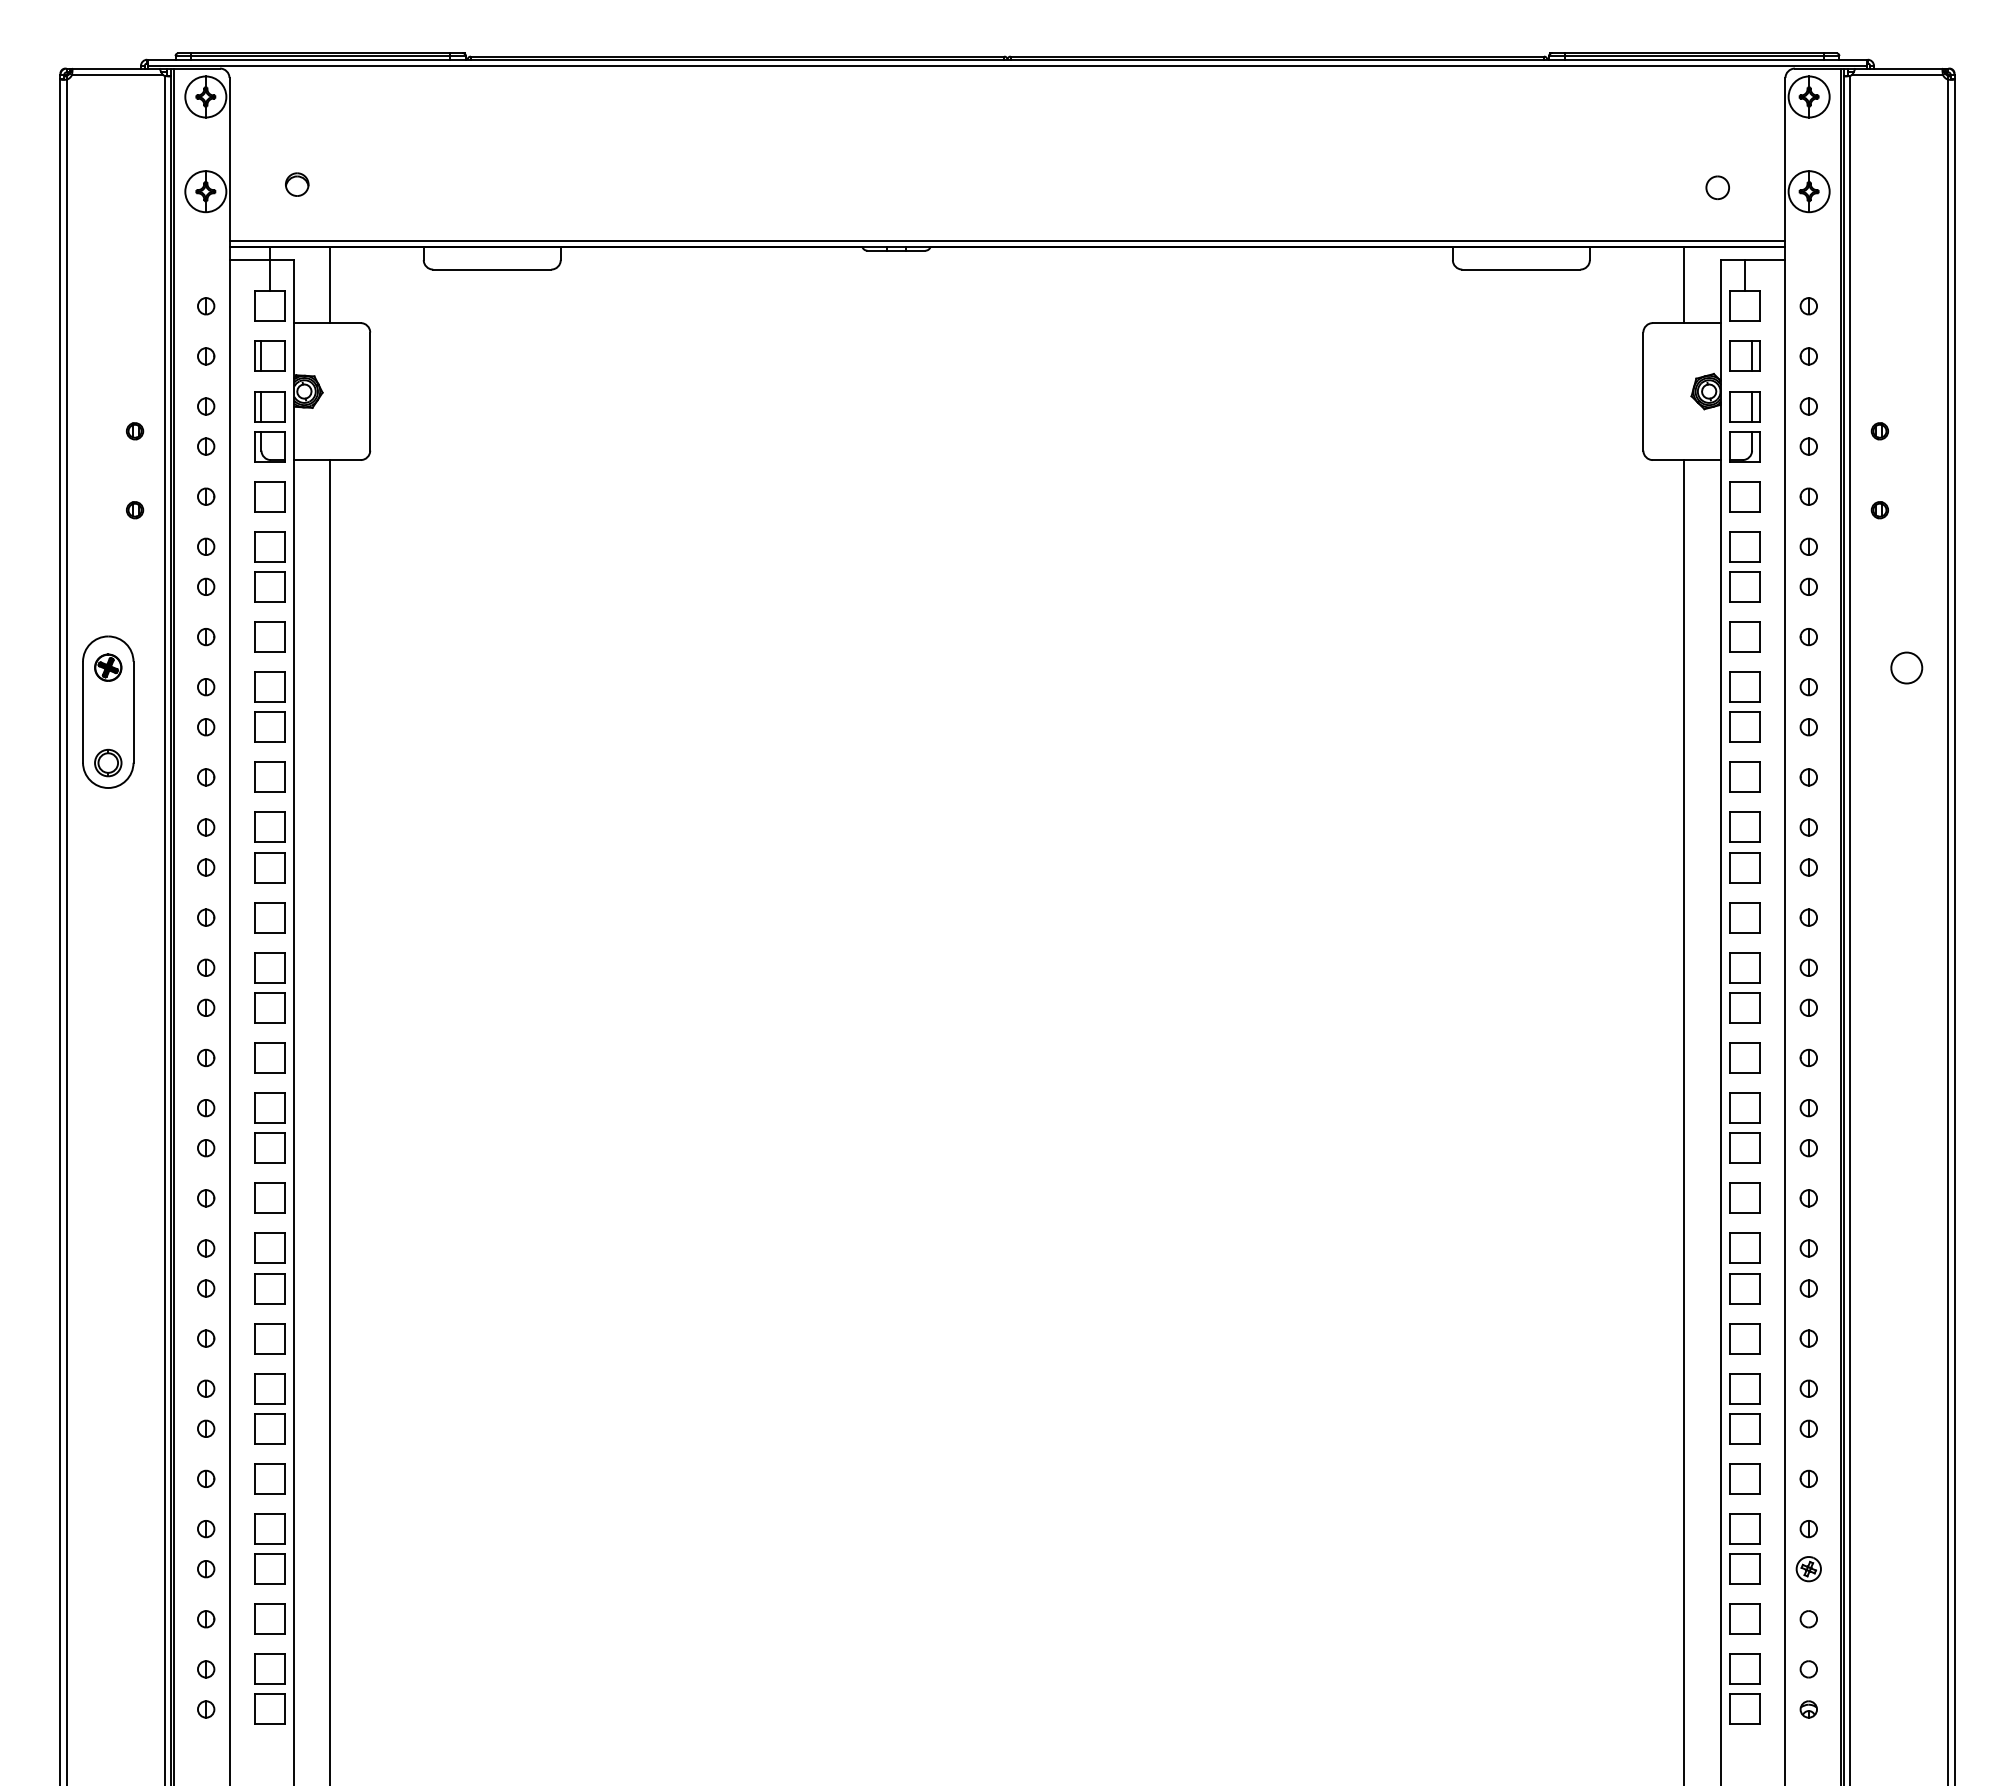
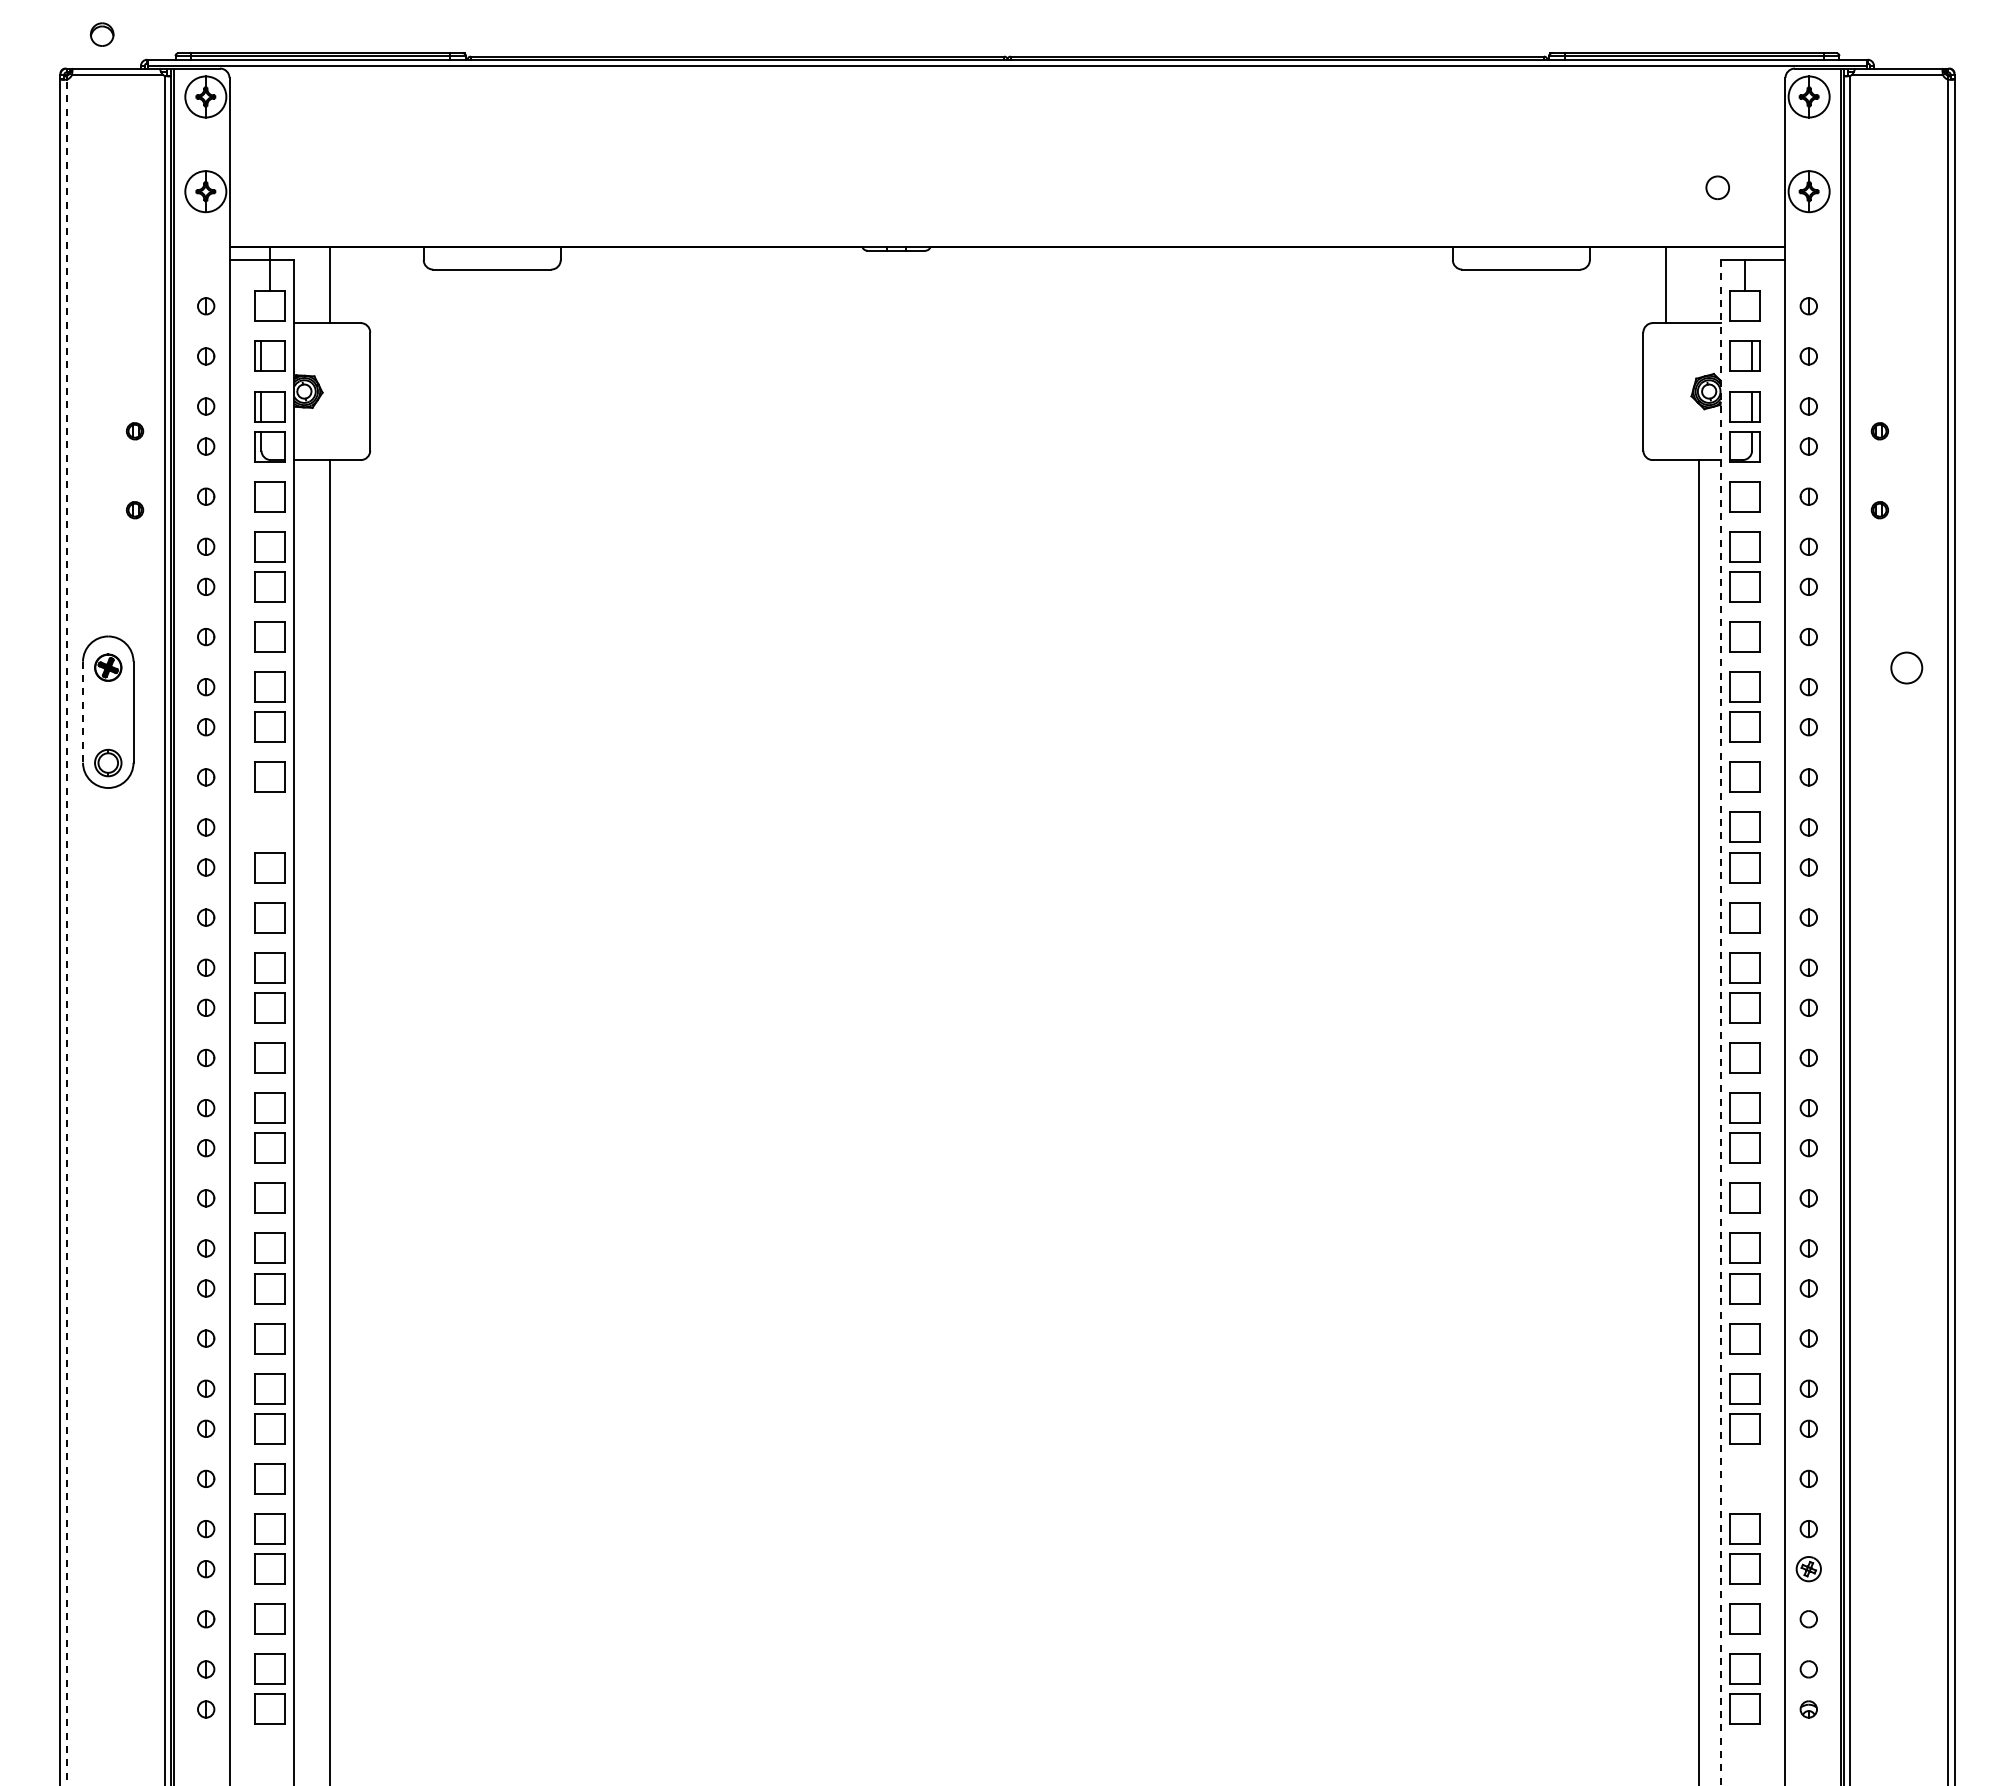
part at (297, 184) position: (297, 184) -> (102, 34)
line at (1007, 240): present -> none
line at (1683, 284) position: (1683, 284) -> (1665, 284)
line at (83, 712): solid -> dashed
part at (269, 826): present -> none
line at (66, 932): solid -> dashed
line at (1720, 1022): solid -> dashed
line at (1683, 1121) position: (1683, 1121) -> (1698, 1121)
part at (1744, 1478): present -> none
